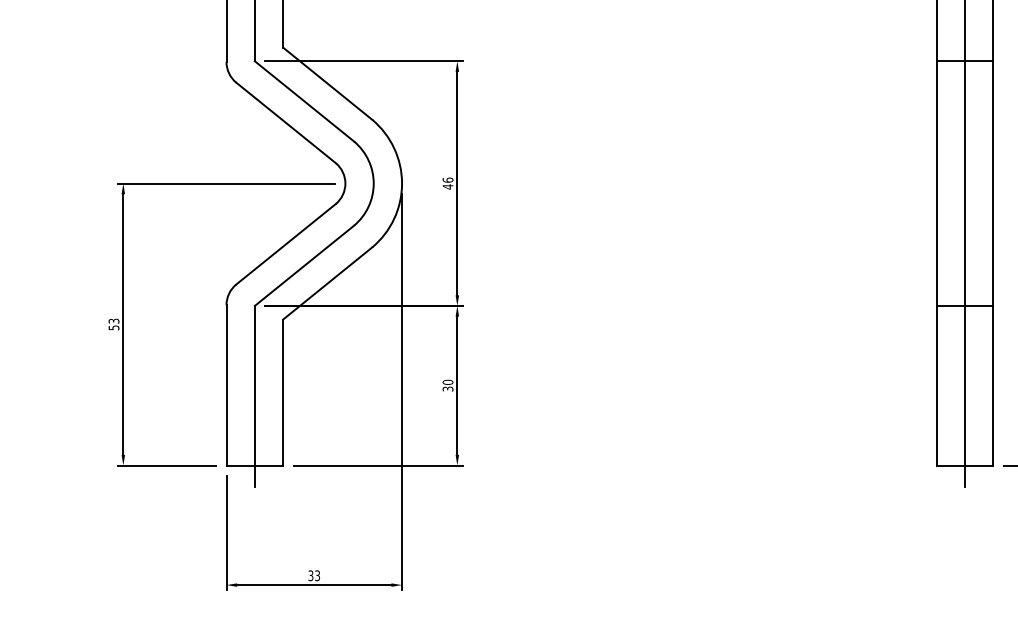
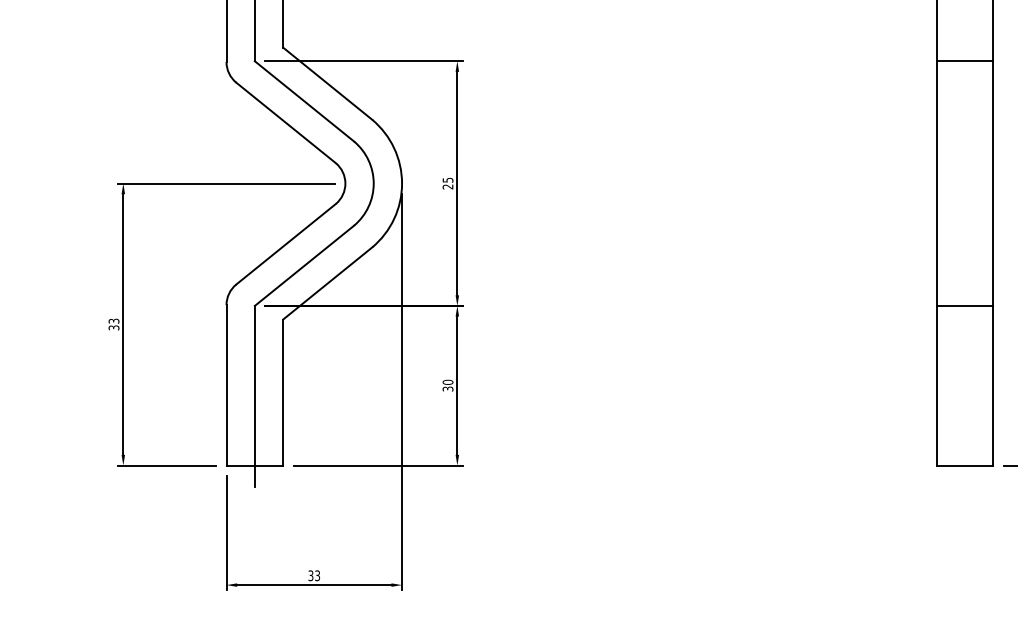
text at (447, 183): 46 -> 25
line at (964, 244): present -> none
text at (112, 327): 53 -> 33
